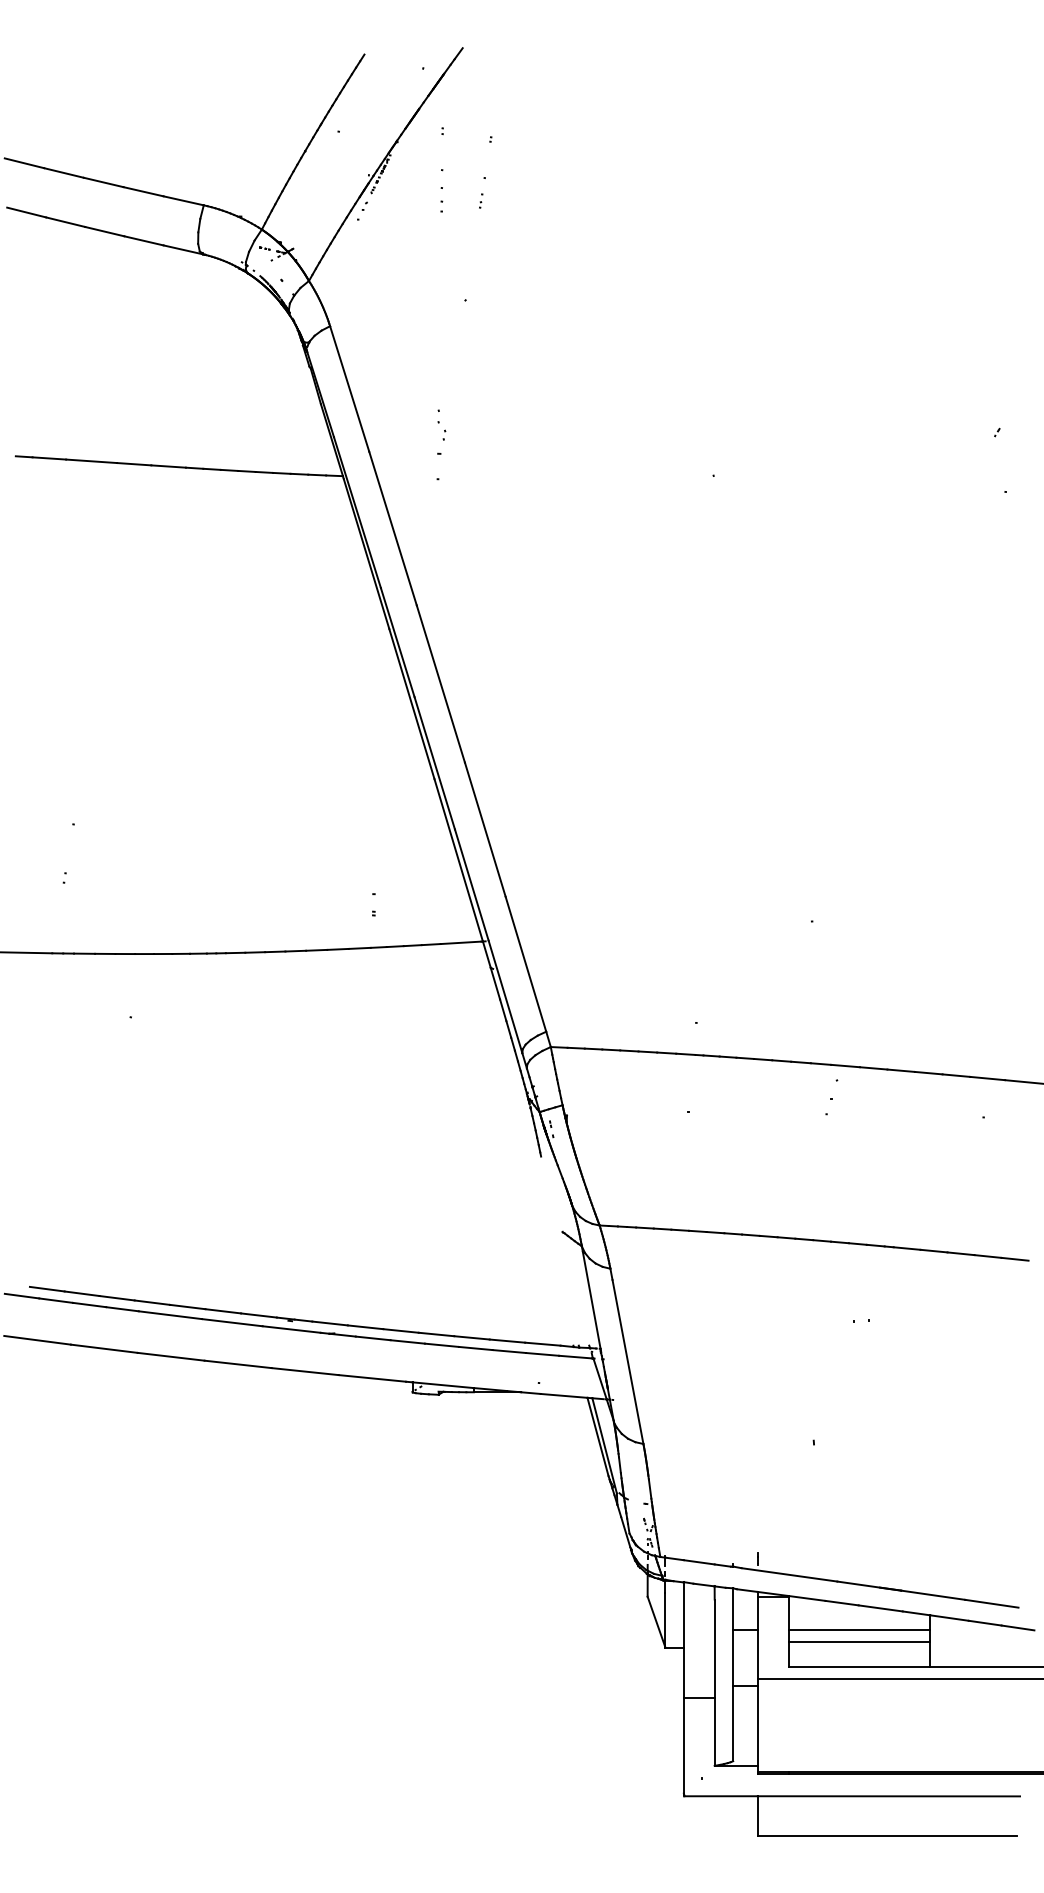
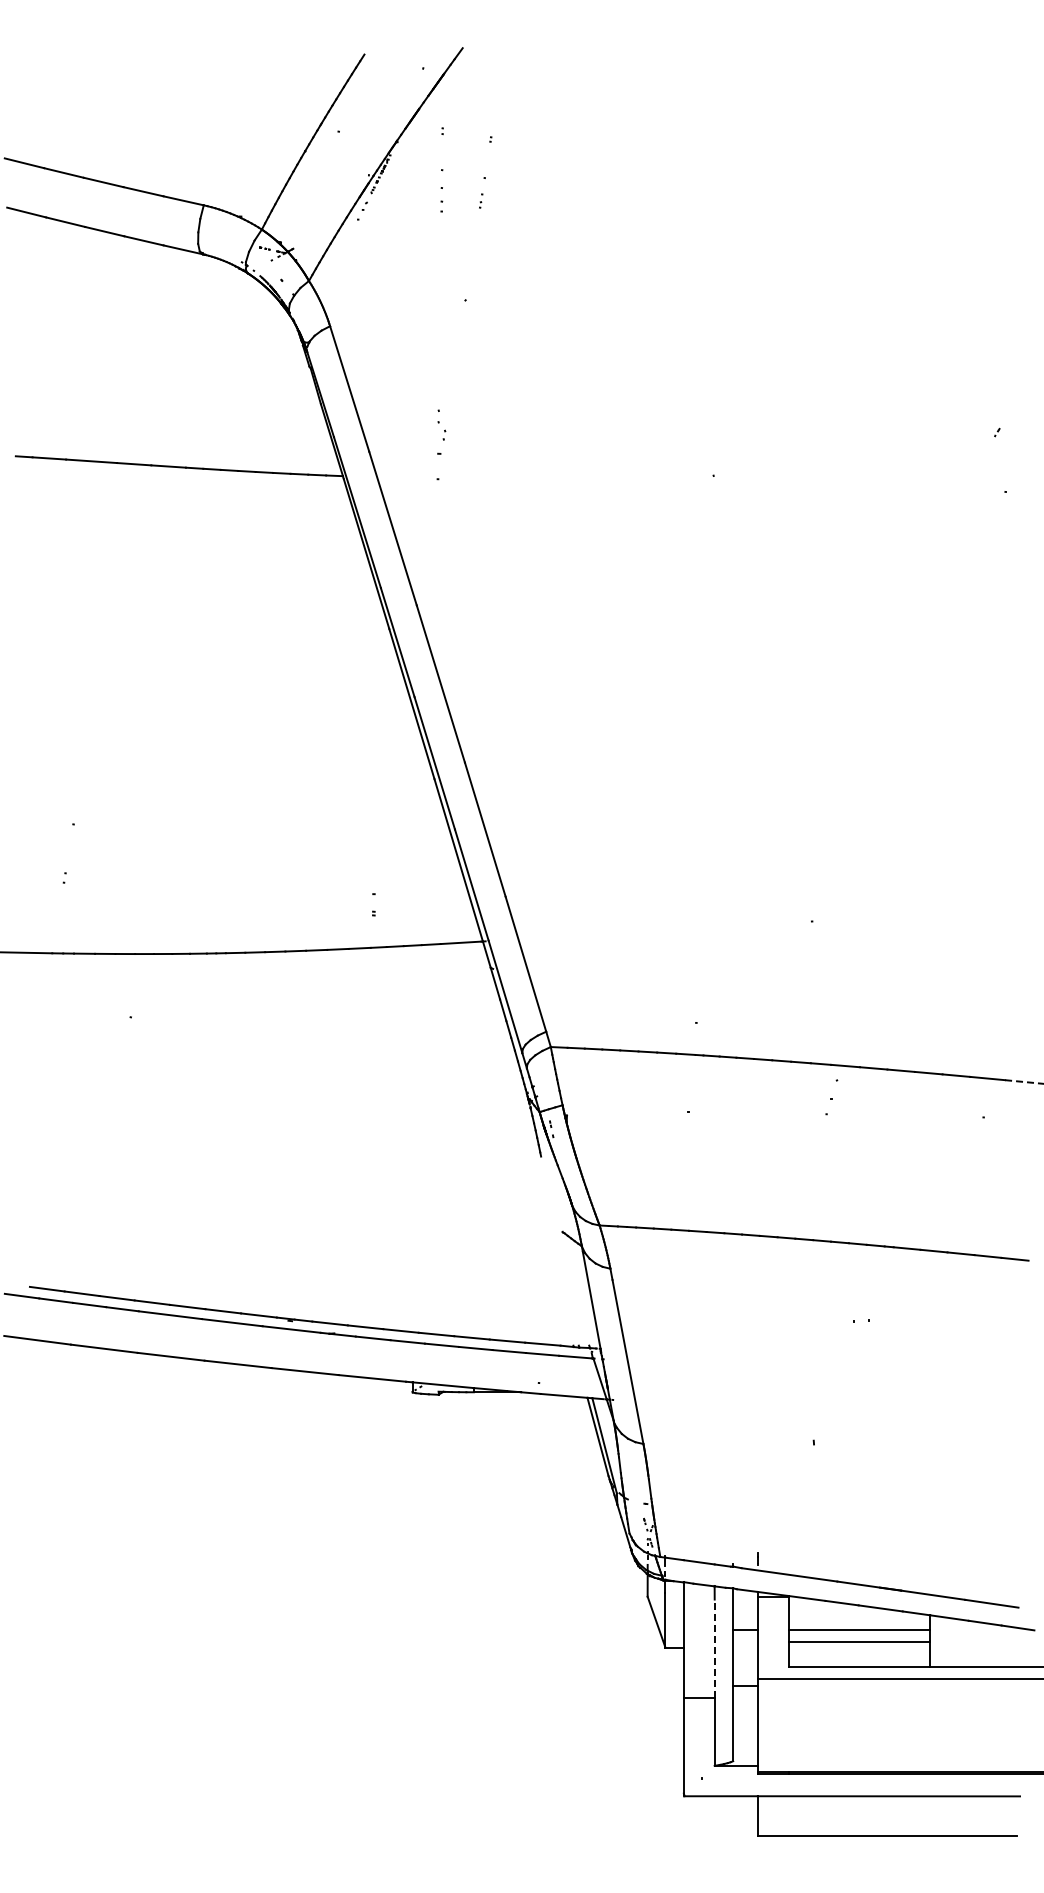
line at (1024, 1082): solid -> dashed
line at (714, 1648): solid -> dashed
